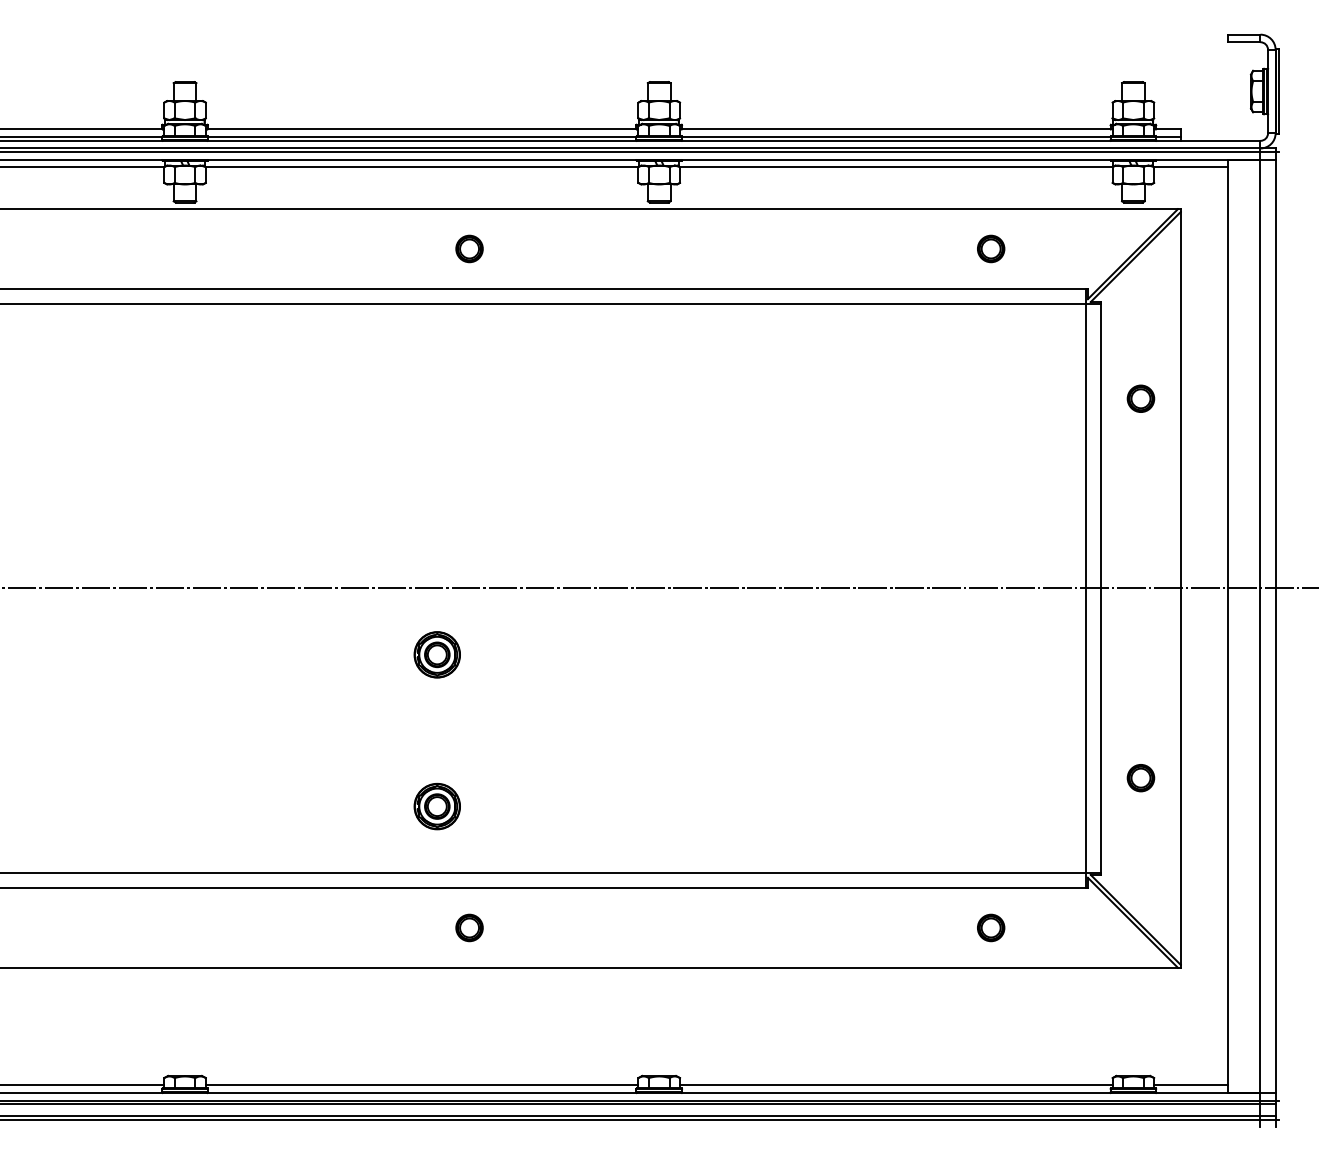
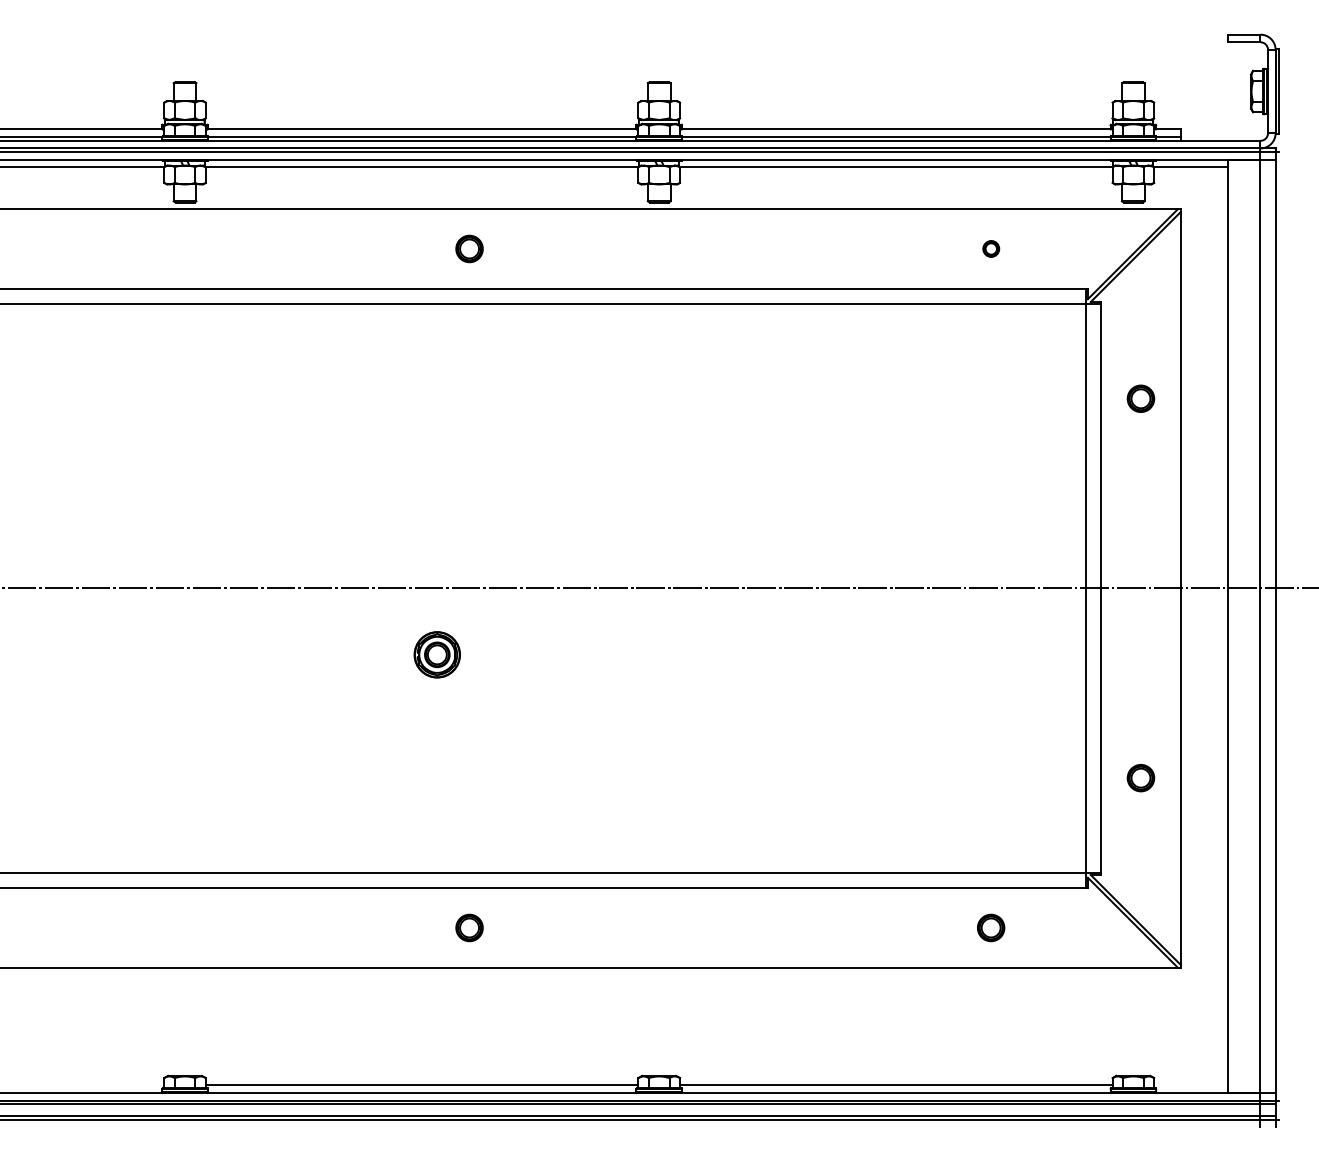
part at (991, 248) size: 29x30 px -> 19x18 px
part at (436, 806): present -> none
line at (83, 1085): present -> none
line at (1191, 1085): present -> none
